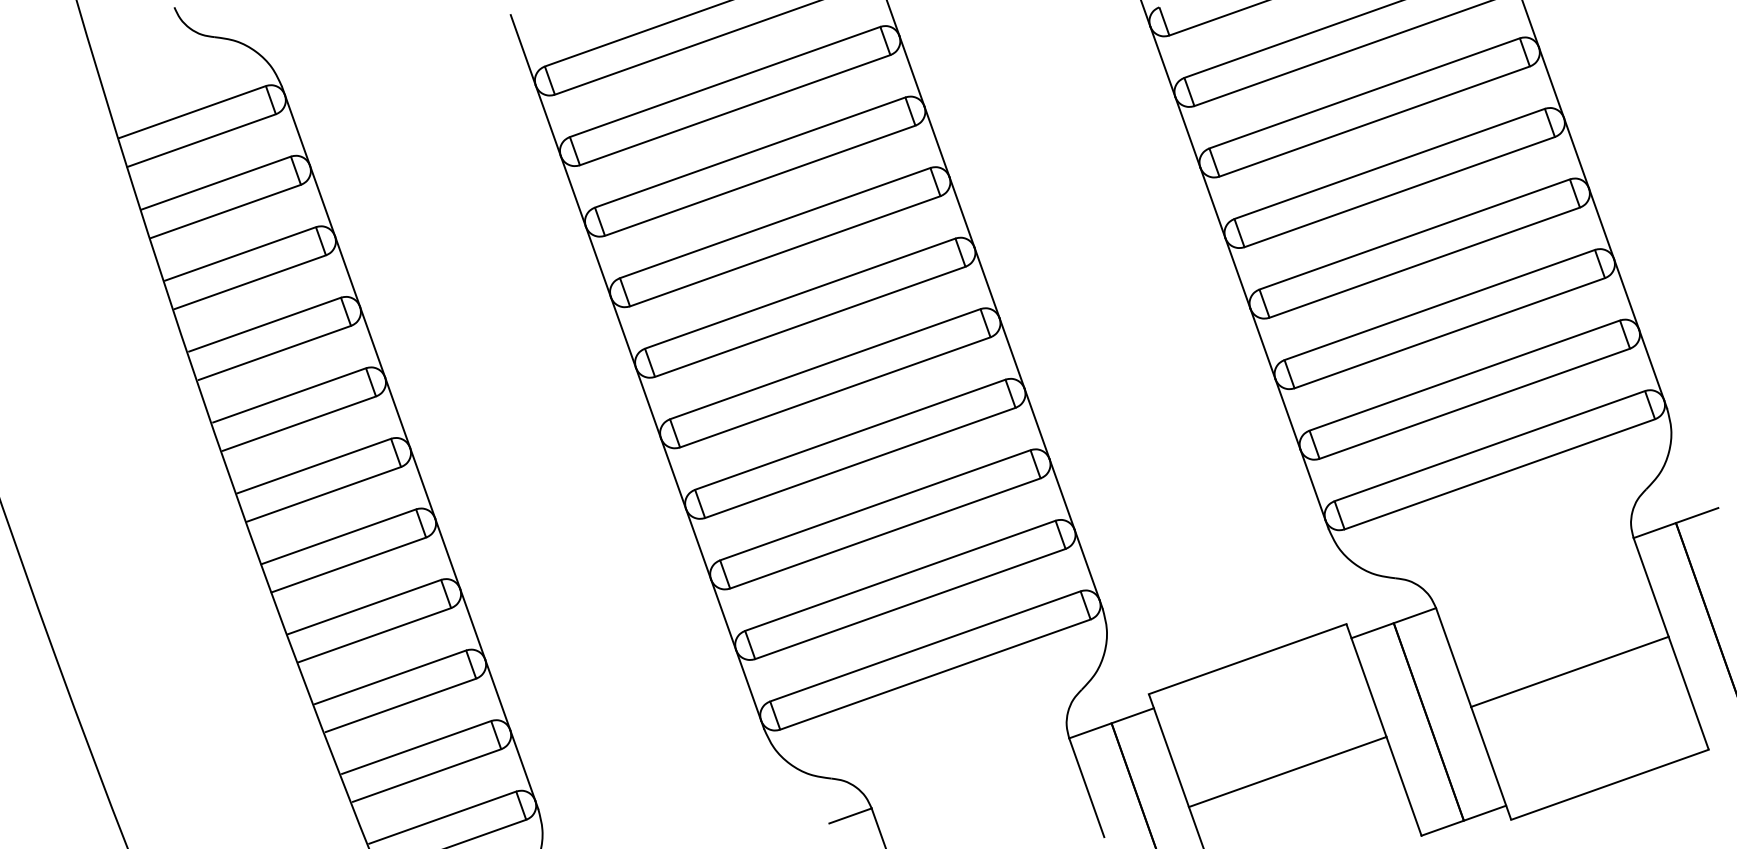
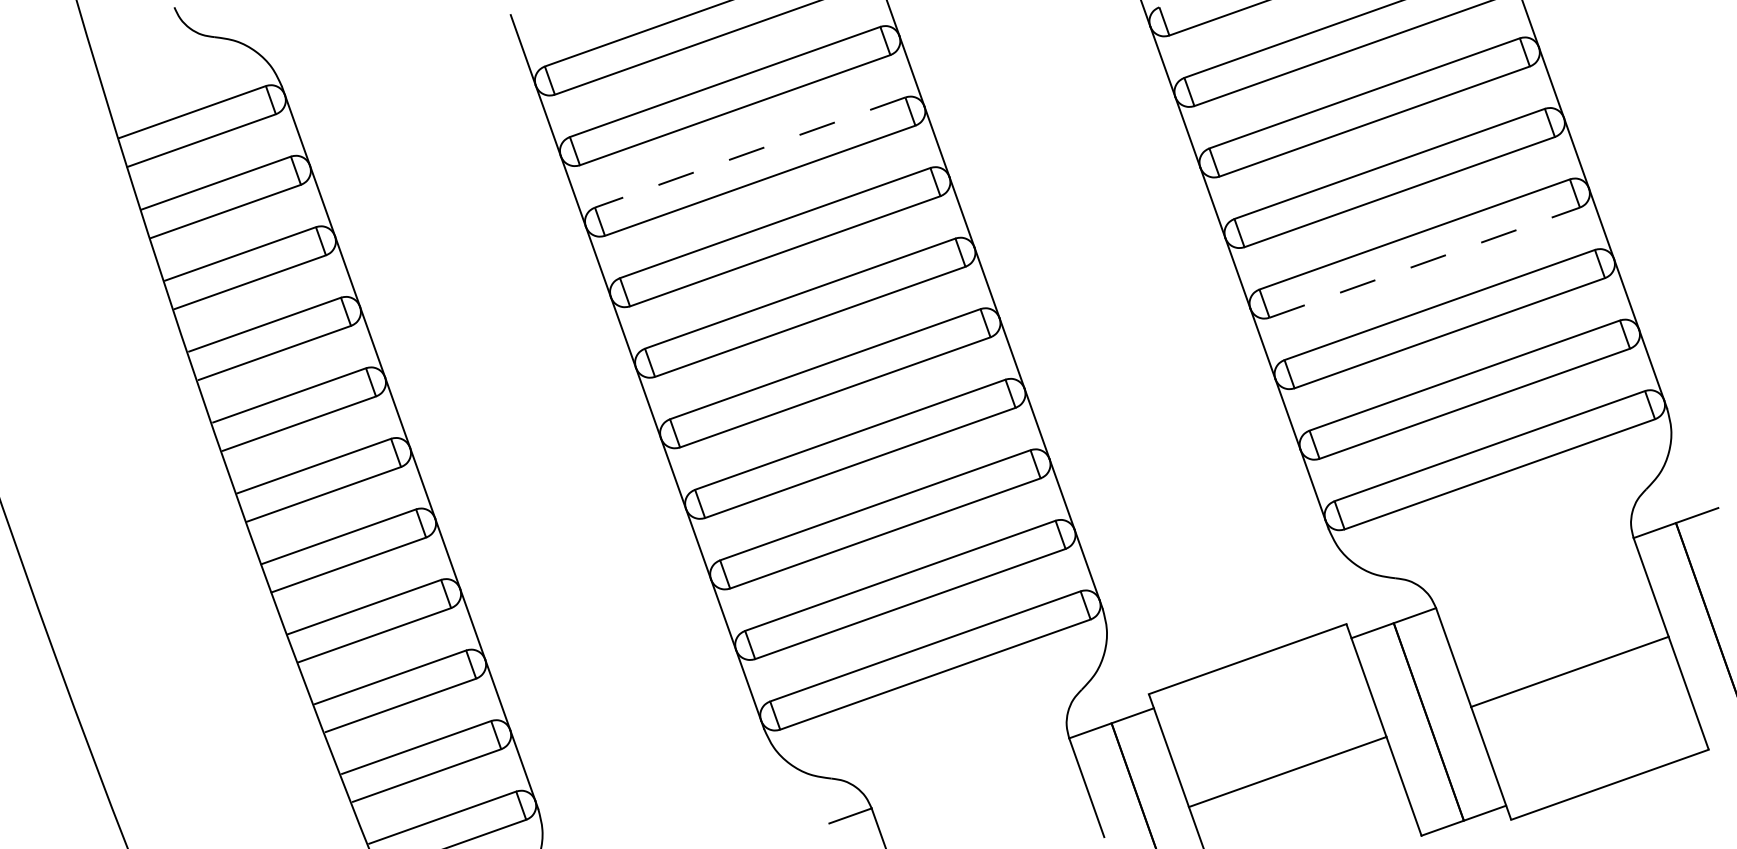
line at (750, 152): solid -> dashed
line at (1424, 262): solid -> dashed
